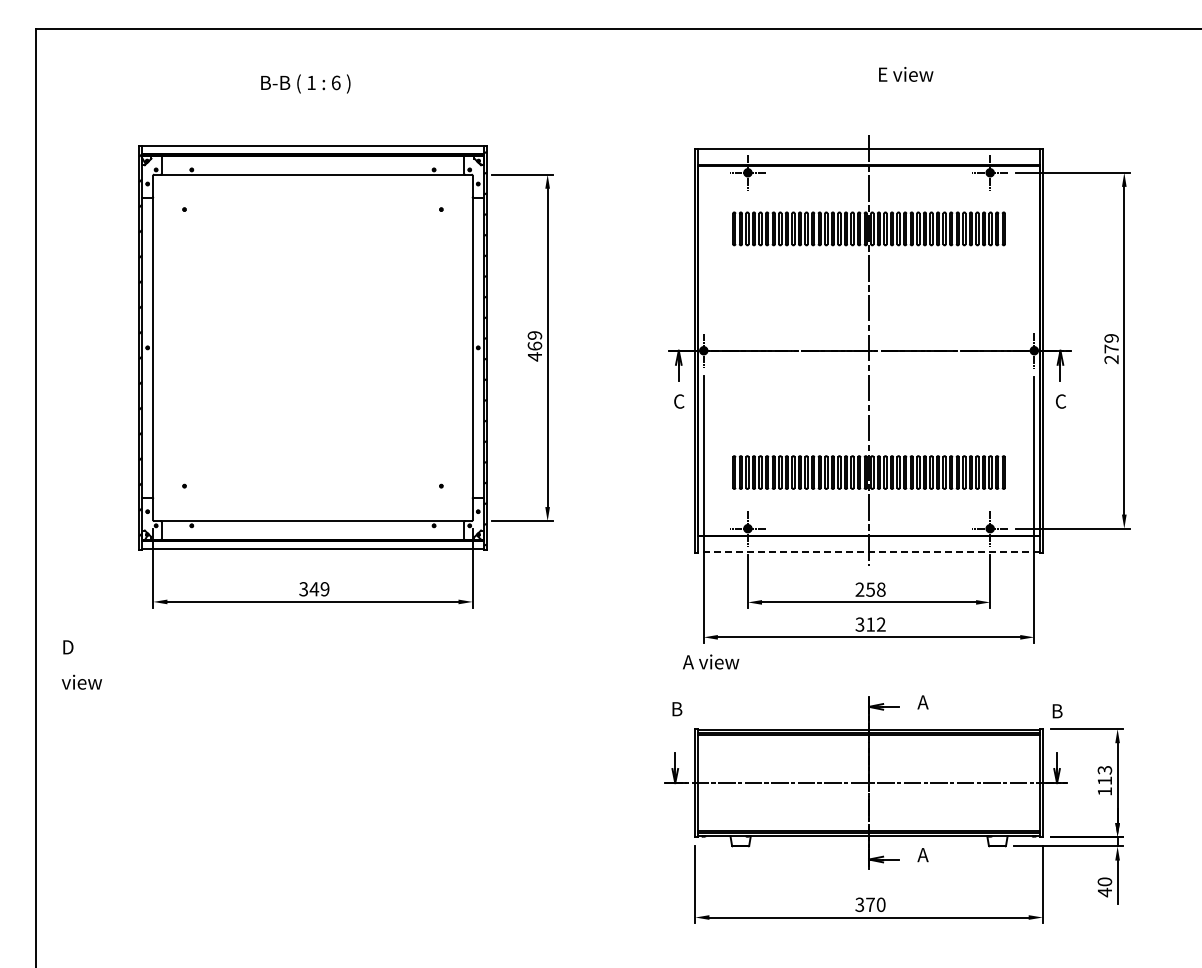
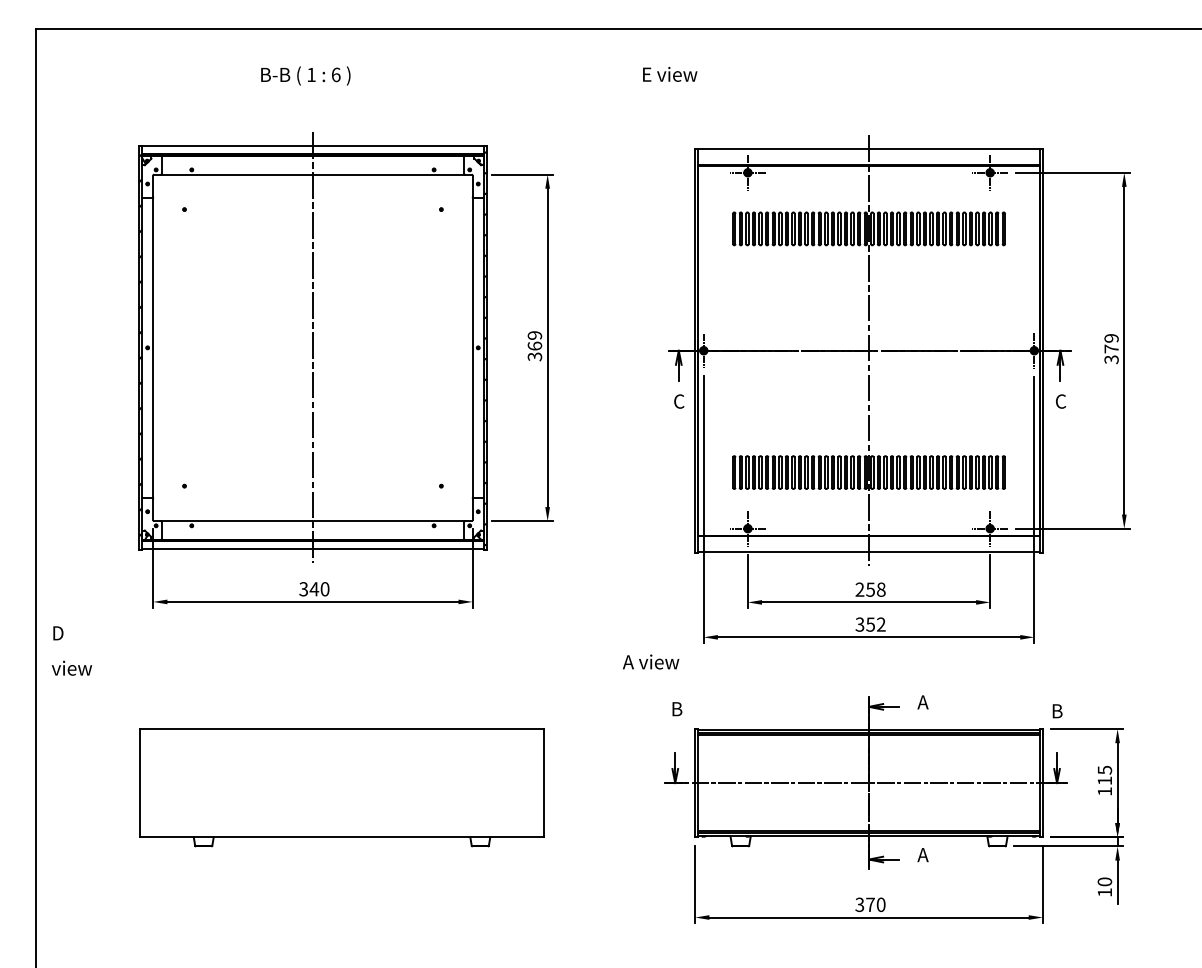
text at (906, 74) position: (906, 74) -> (670, 74)
text at (305, 83) position: (305, 83) -> (305, 75)
line at (312, 347): none -> present
text at (534, 356): 469 -> 369
text at (1111, 359): 279 -> 379
line at (869, 552): dashed -> solid
text at (324, 589): 349 -> 340
text at (870, 624): 312 -> 352
text at (711, 661) position: (711, 661) -> (651, 661)
text at (81, 664) position: (81, 664) -> (71, 650)
text at (1104, 770): 113 -> 115
part at (341, 787): none -> present
text at (1104, 892): 40 -> 10
